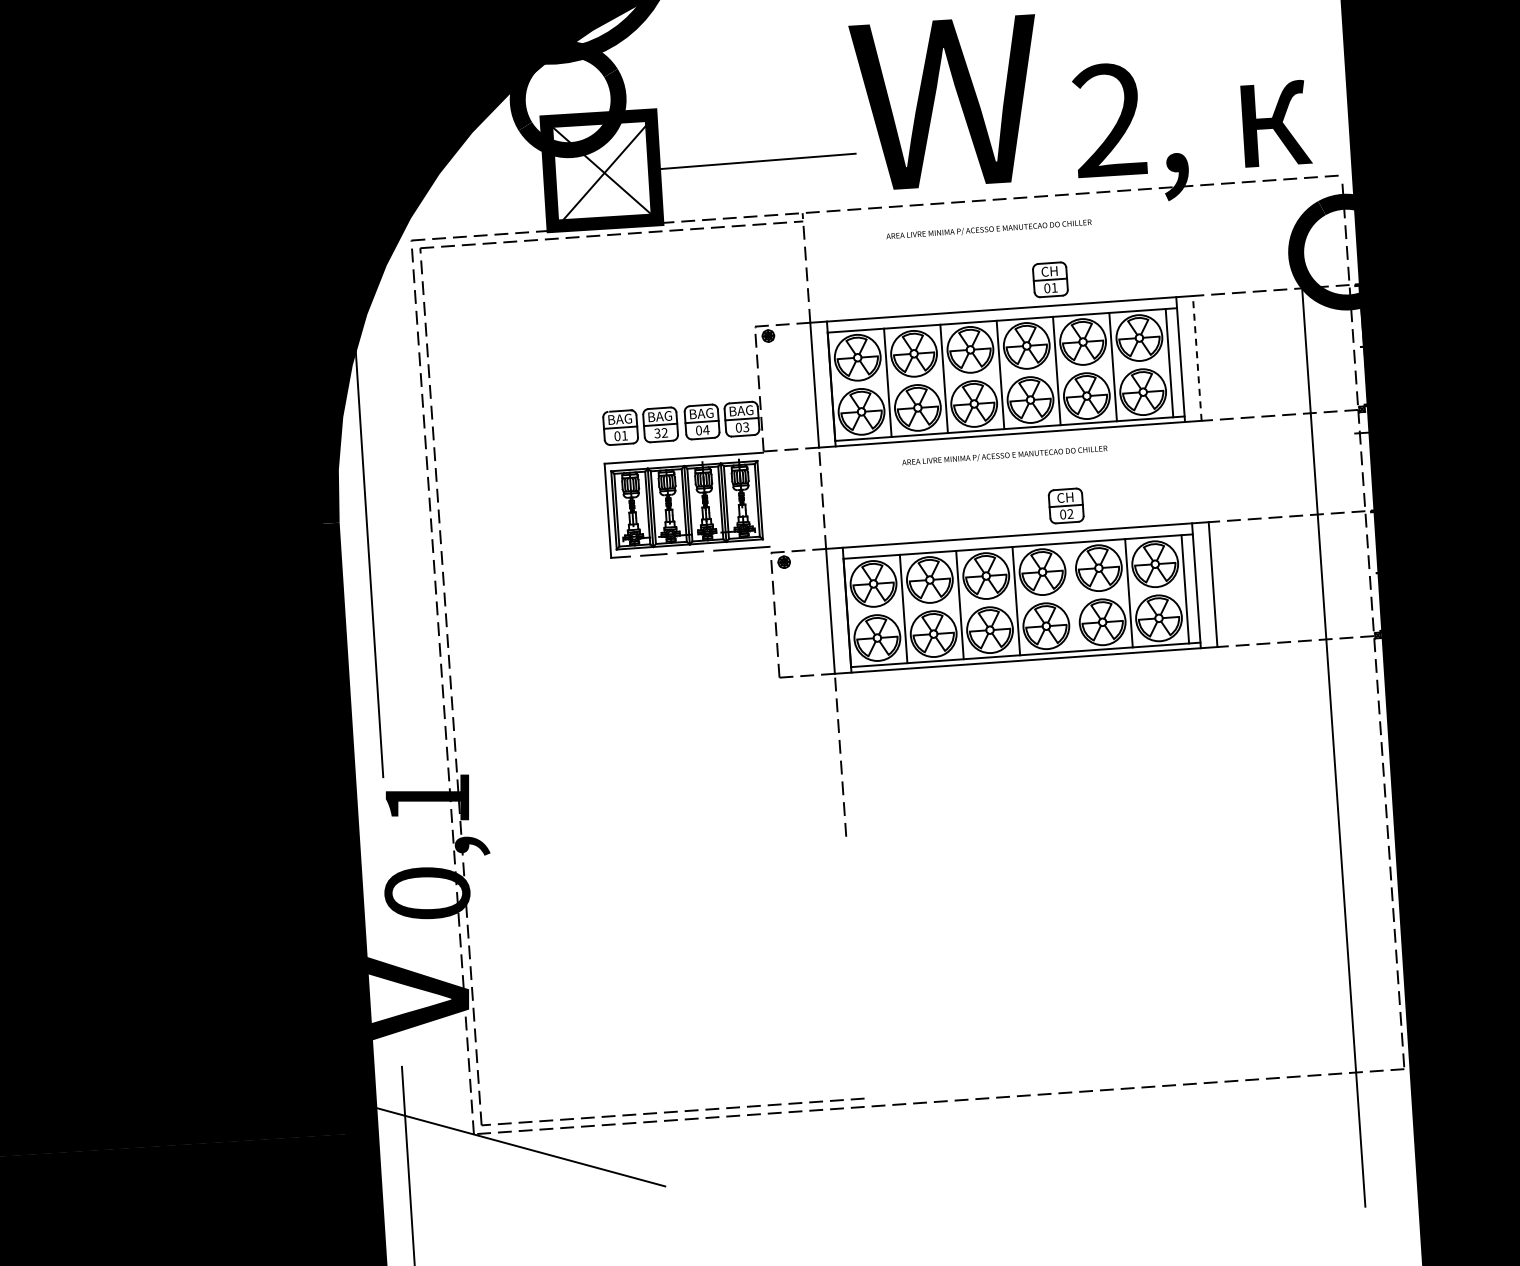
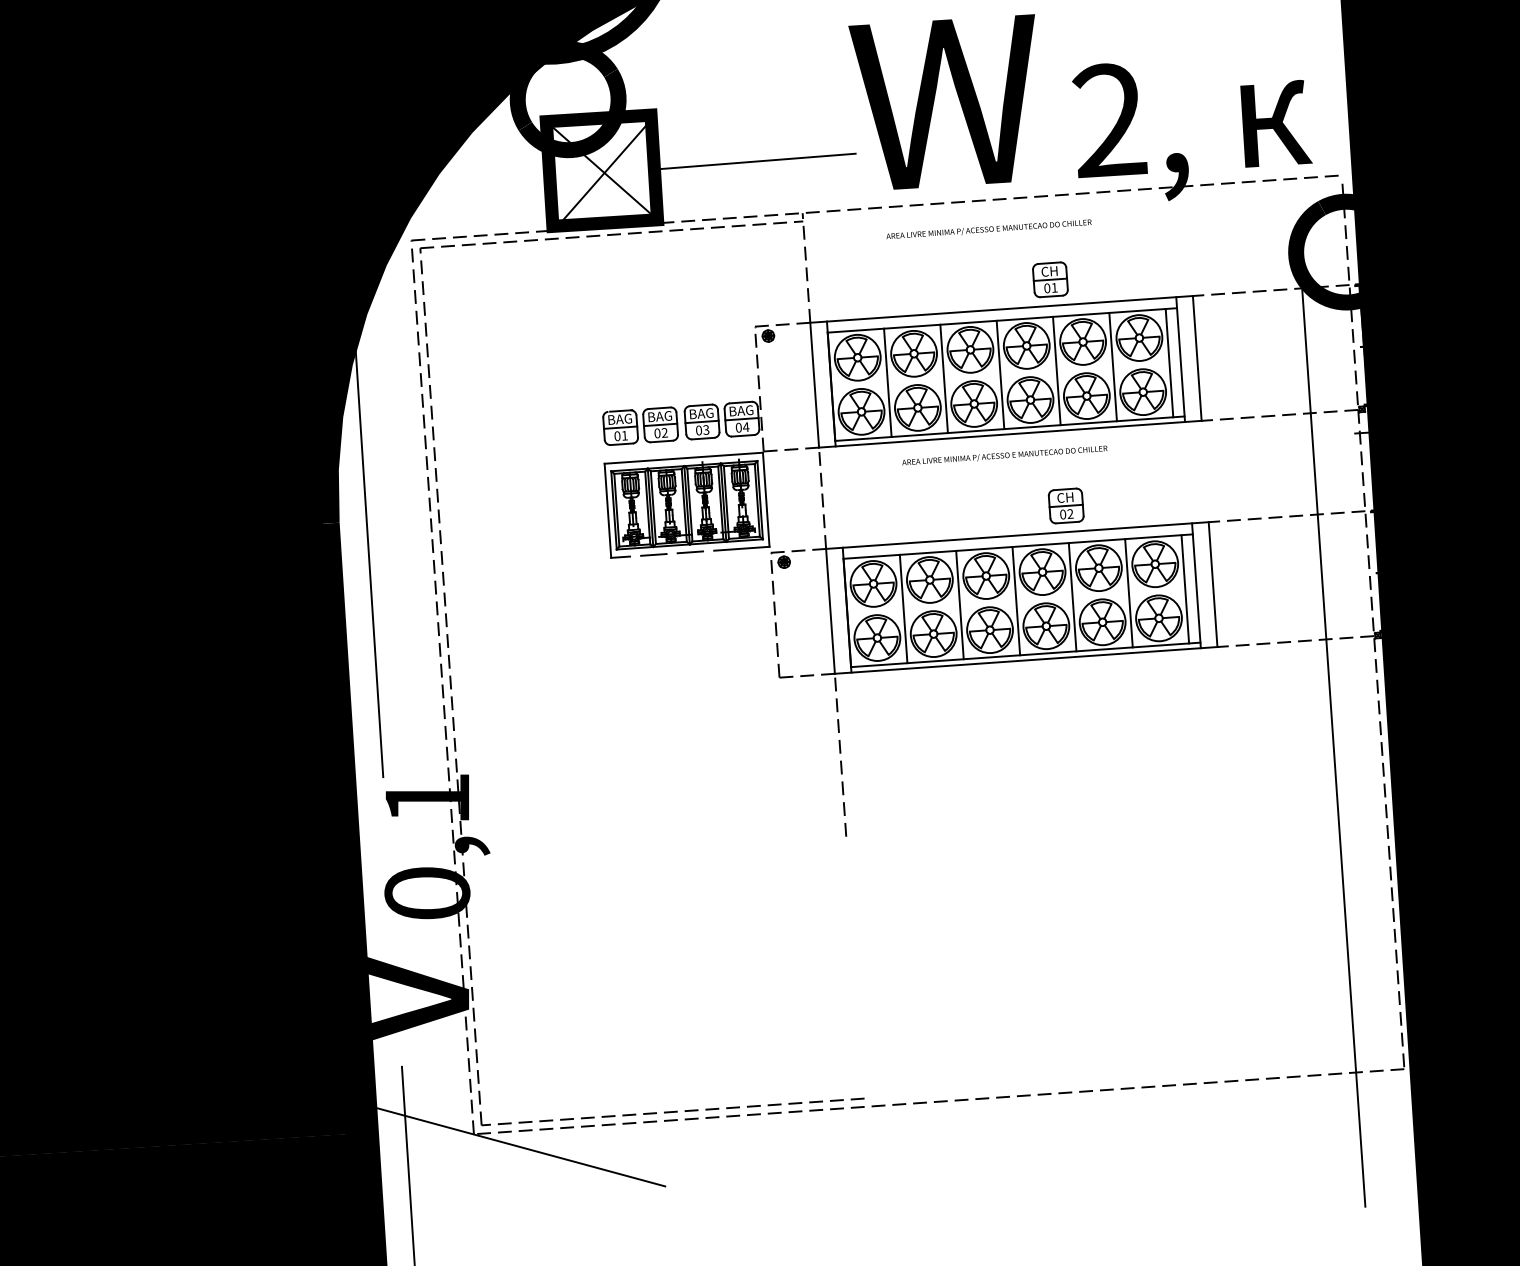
line at (1197, 358): dashed -> solid
text at (746, 427): 03 -> 04
text at (706, 429): 04 -> 03
text at (657, 433): 32 -> 02
line at (765, 499): none -> present
line at (1072, 597): none -> present
